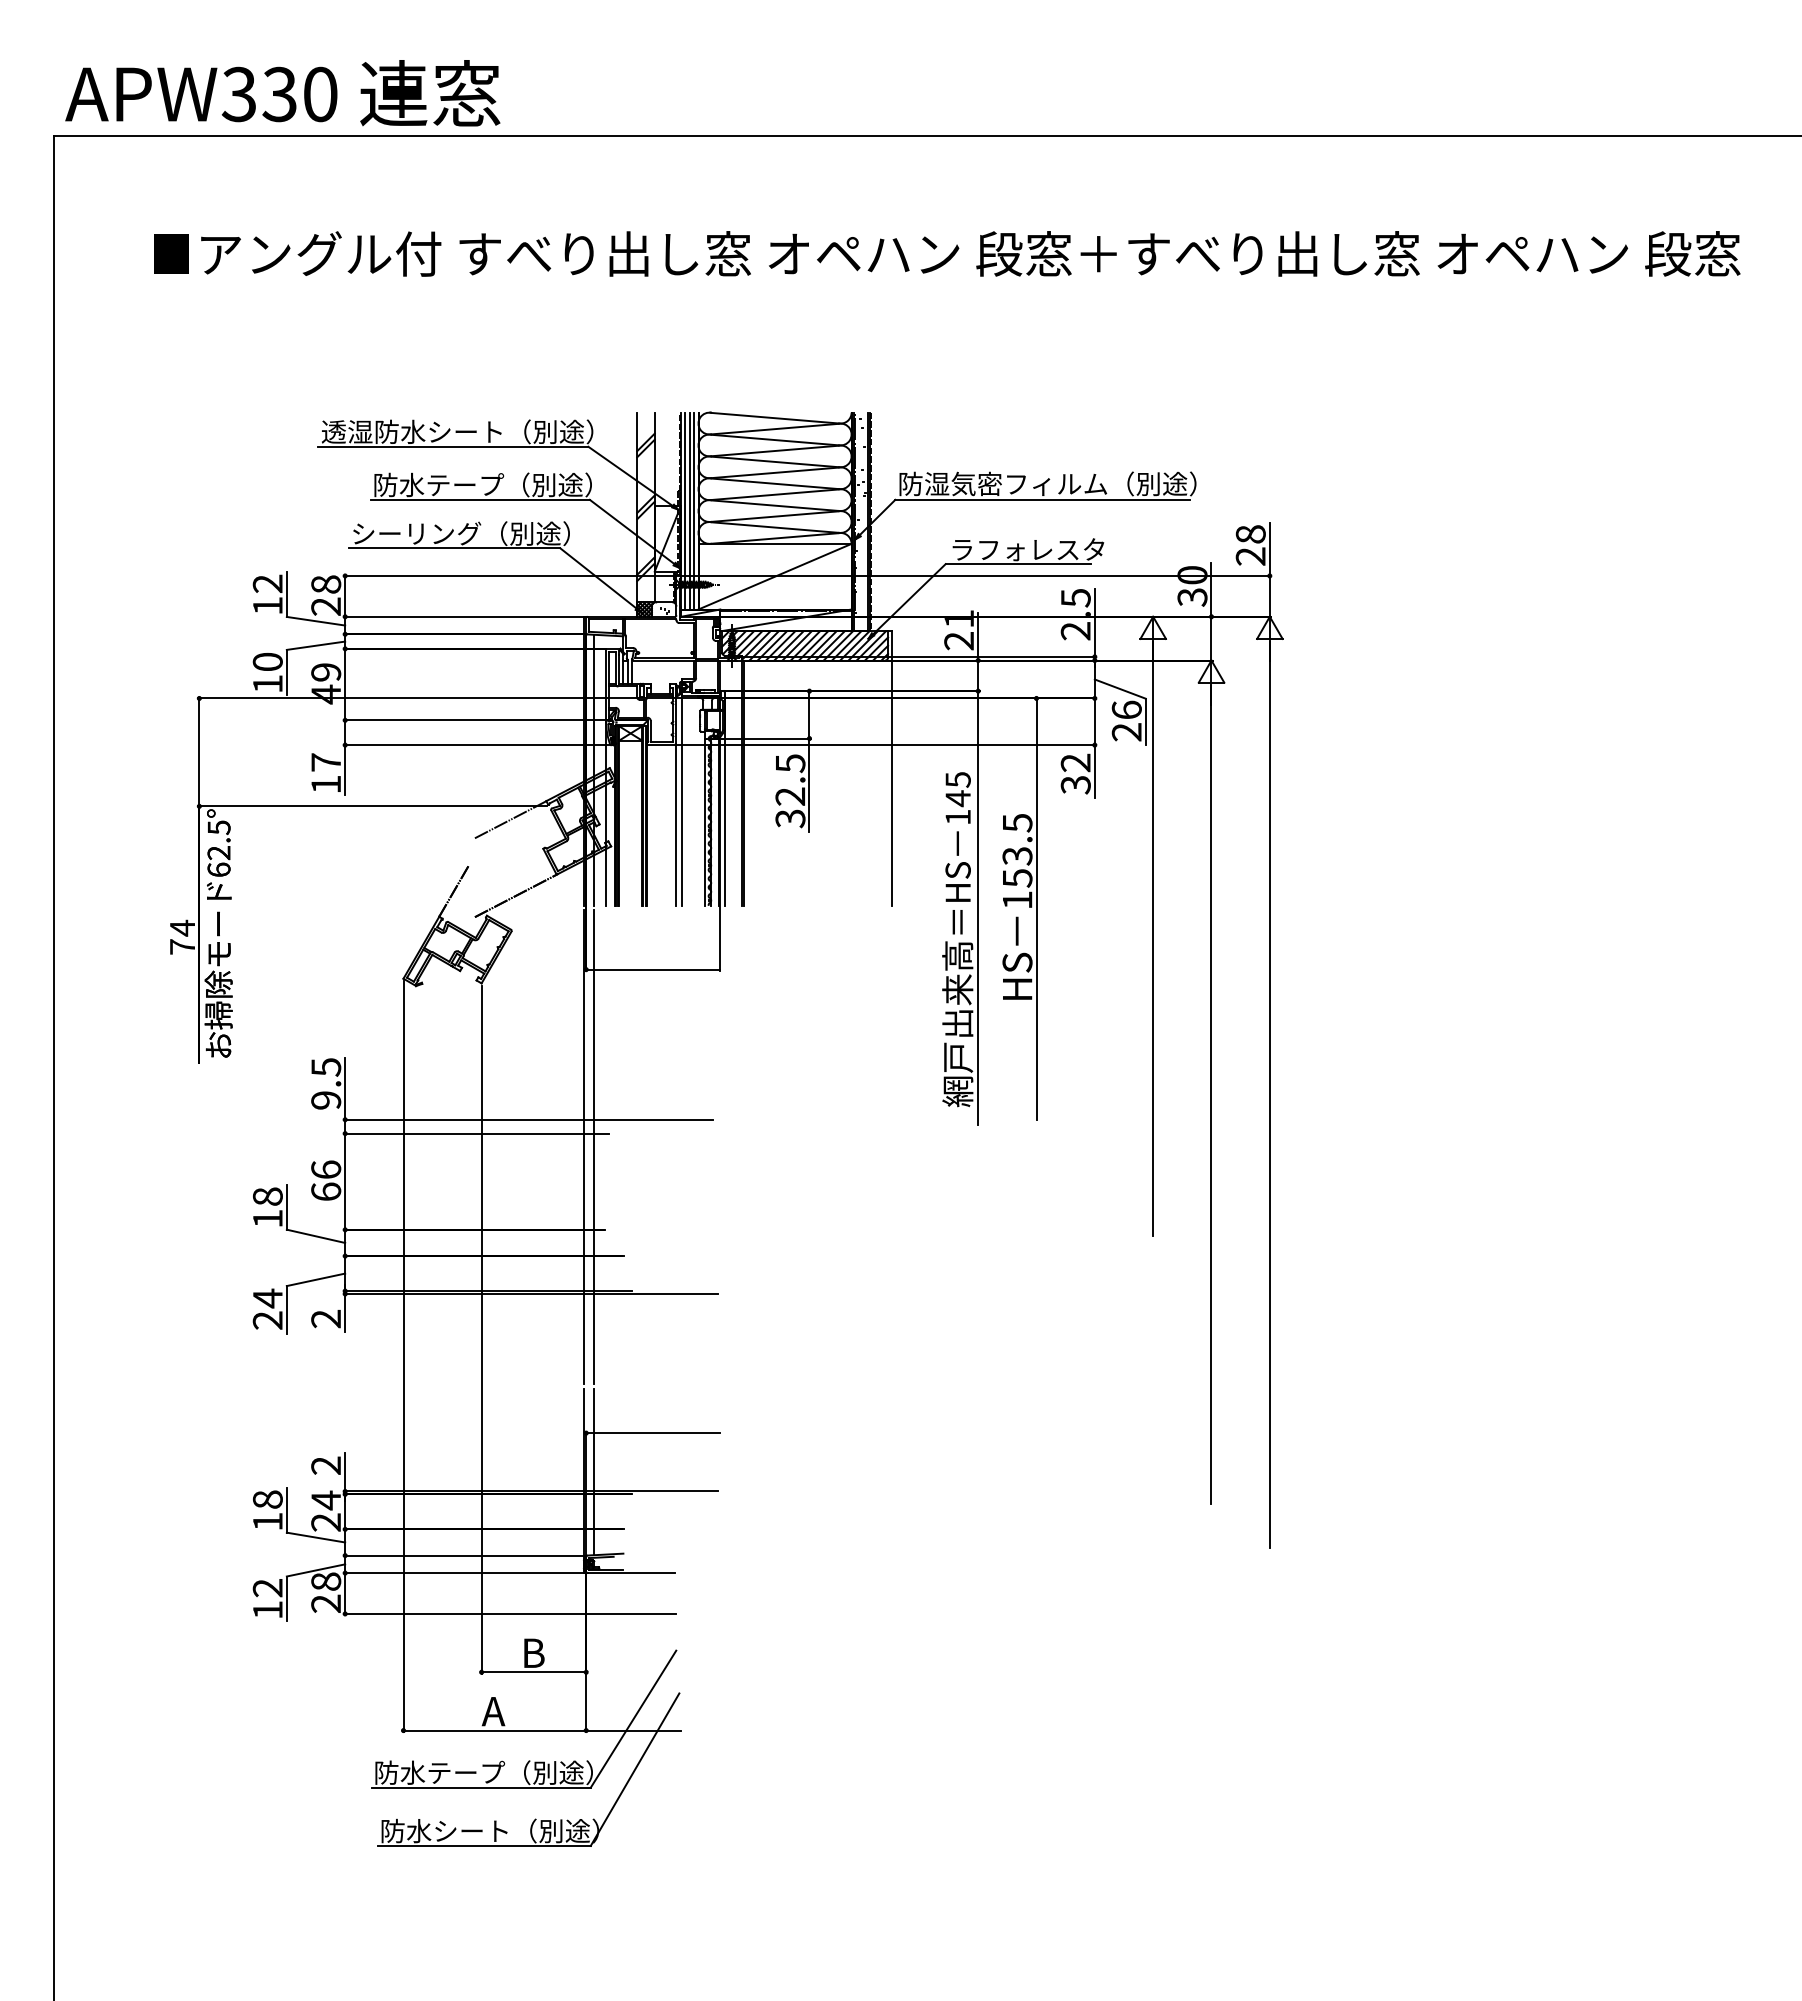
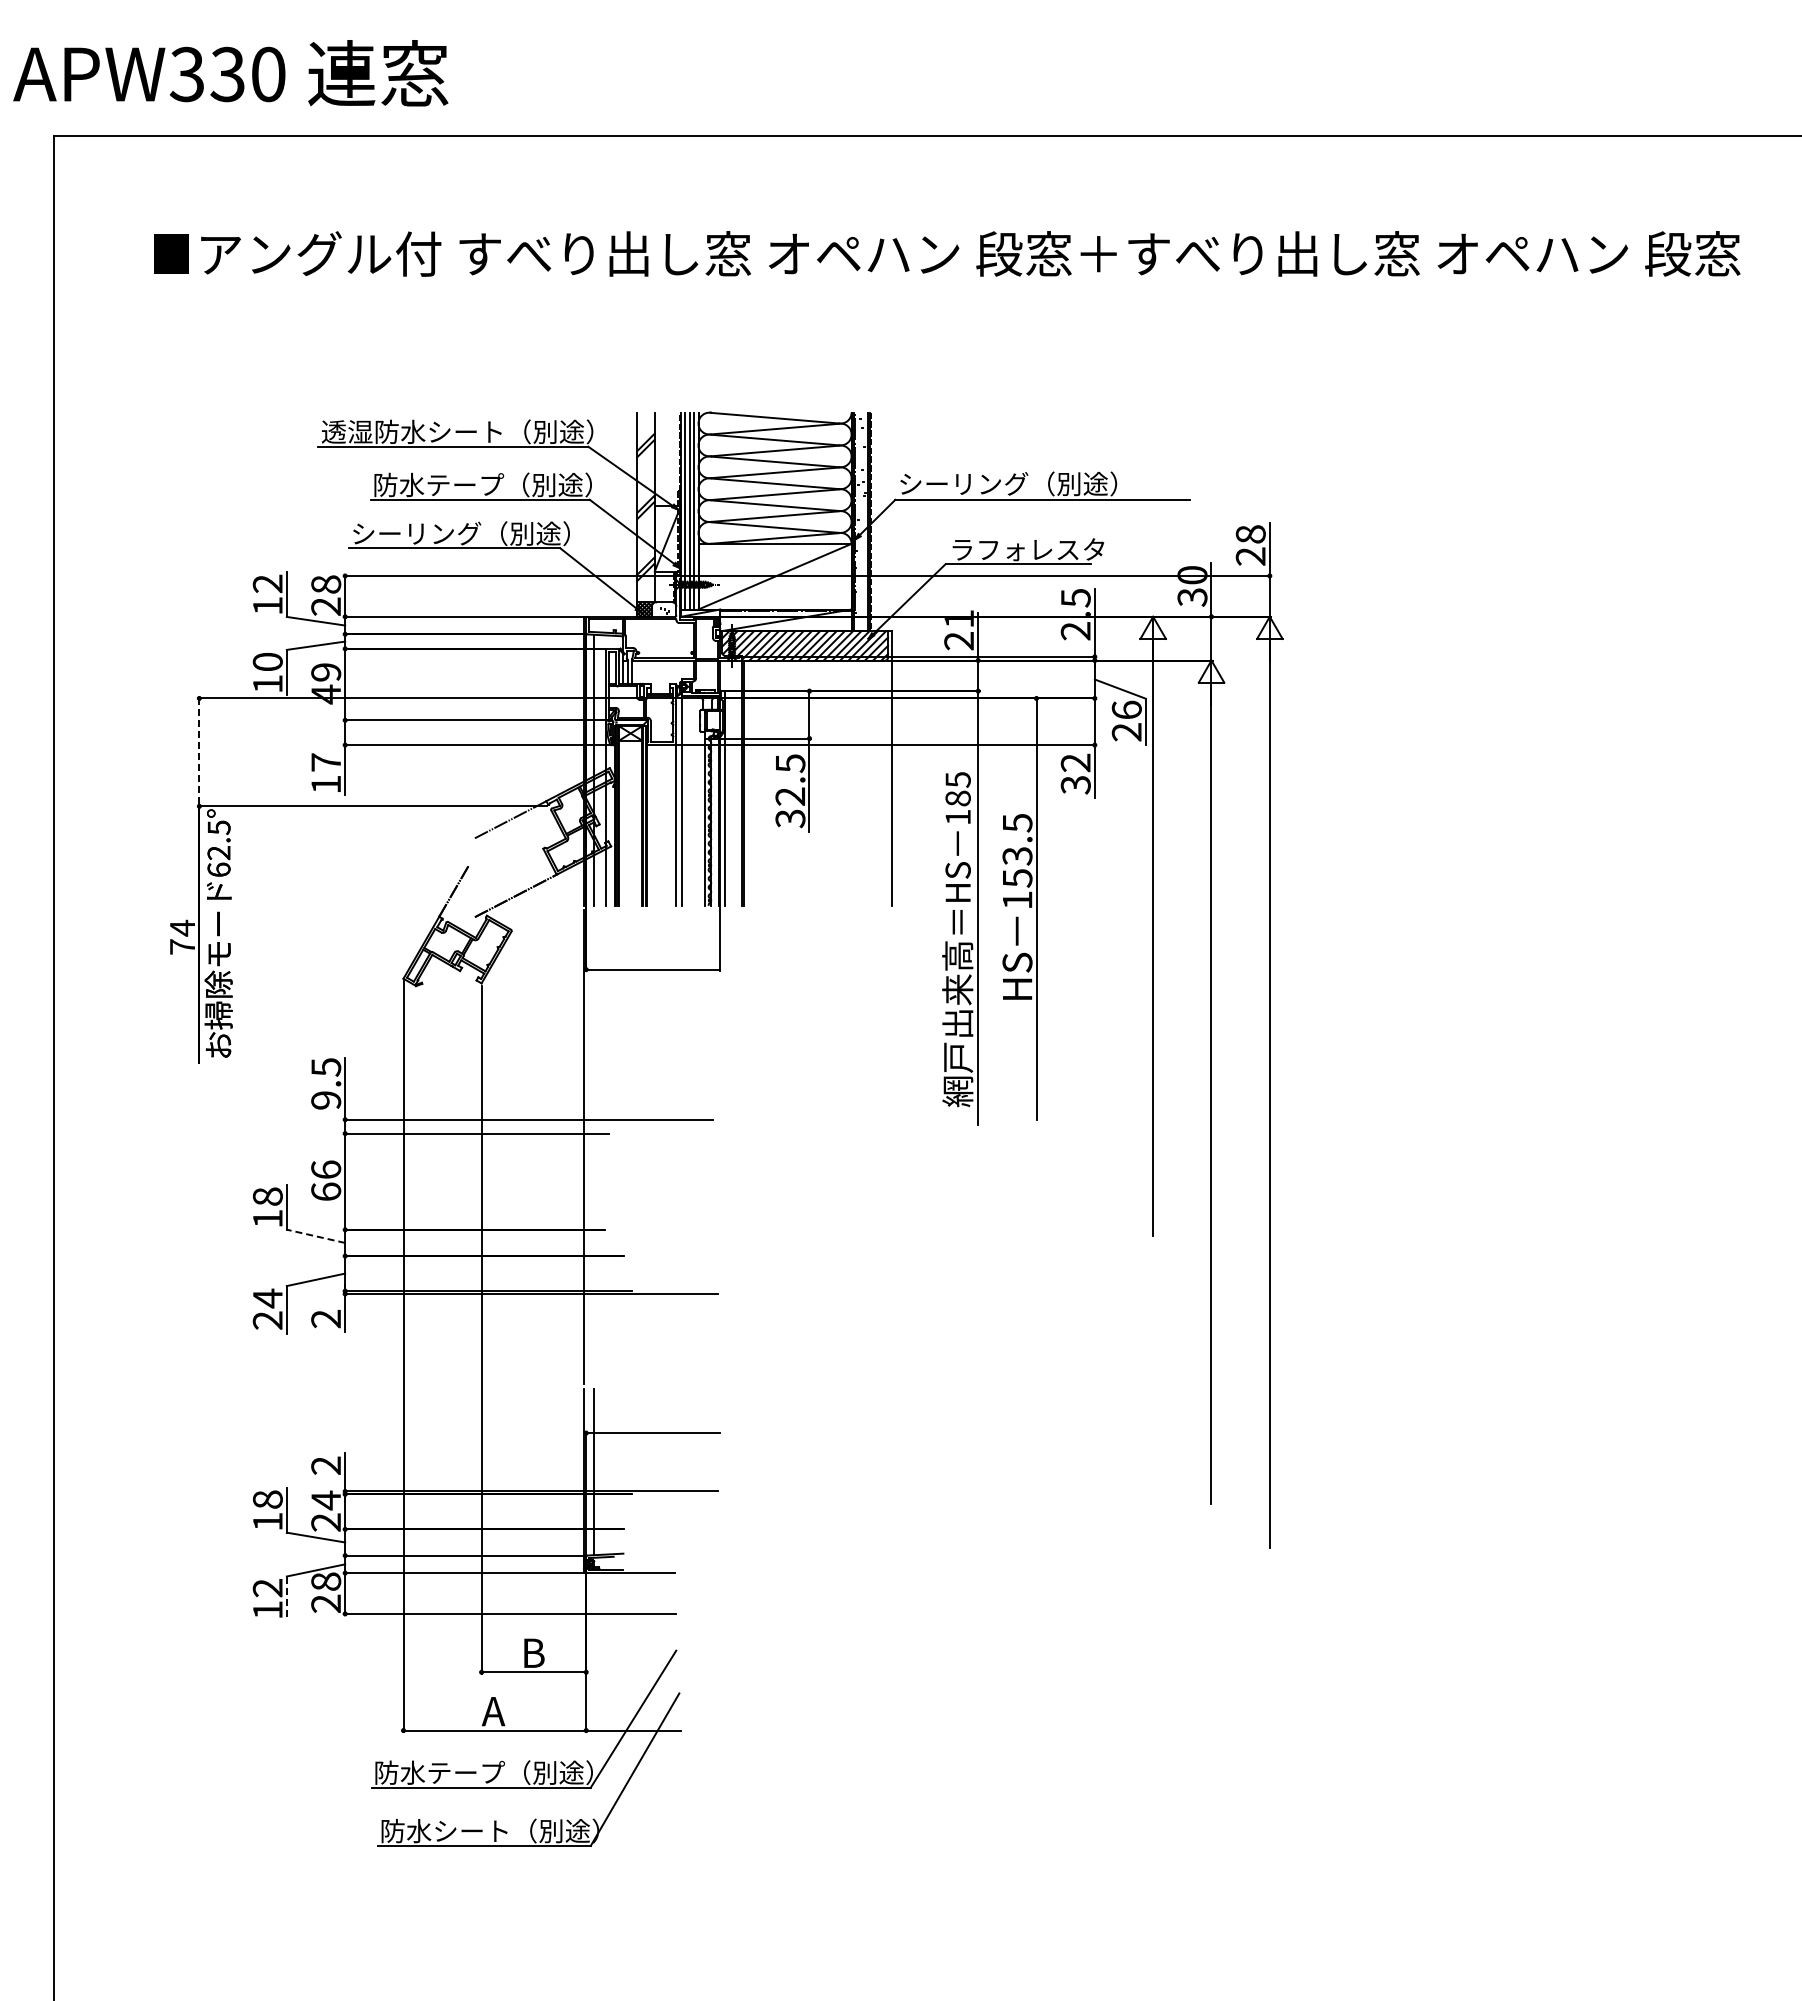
text at (282, 93) position: (282, 93) -> (230, 73)
text at (1047, 483): 防湿気密フィルム（別途） -> シーリング（別途）
line at (199, 752): solid -> dashed
text at (957, 798): 145 -> 185
line at (593, 1147): present -> none
line at (316, 1236): solid -> dashed
line at (286, 1599): solid -> dashed
